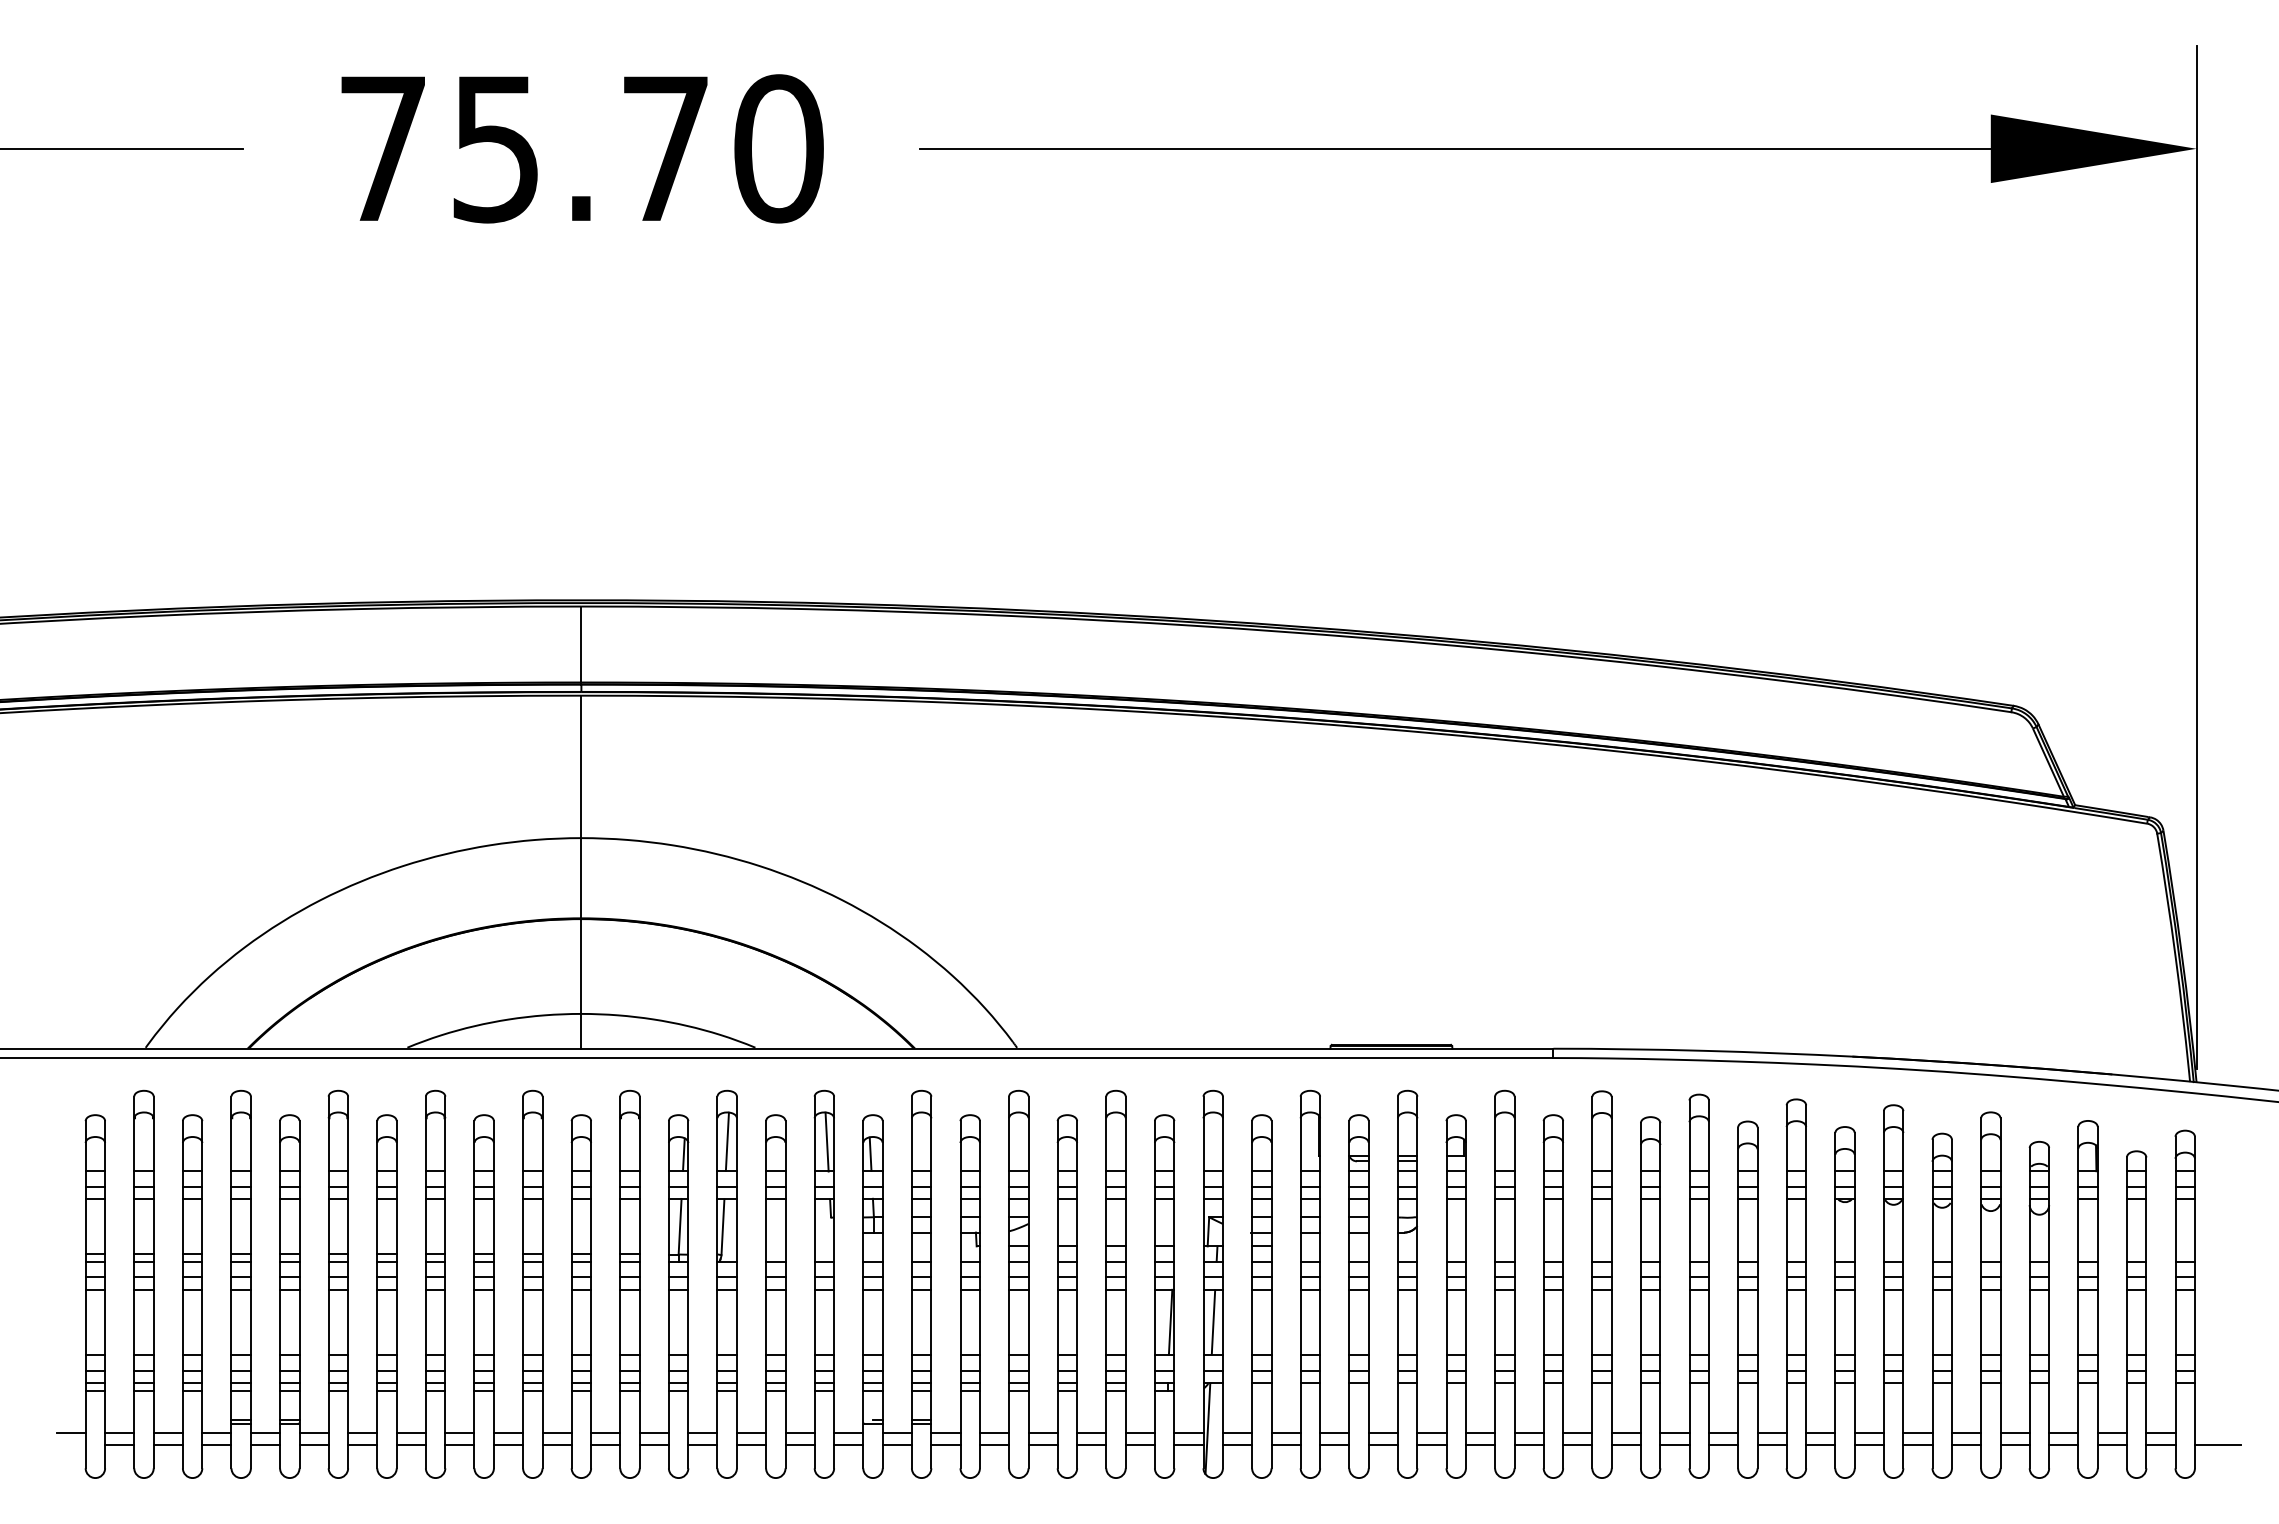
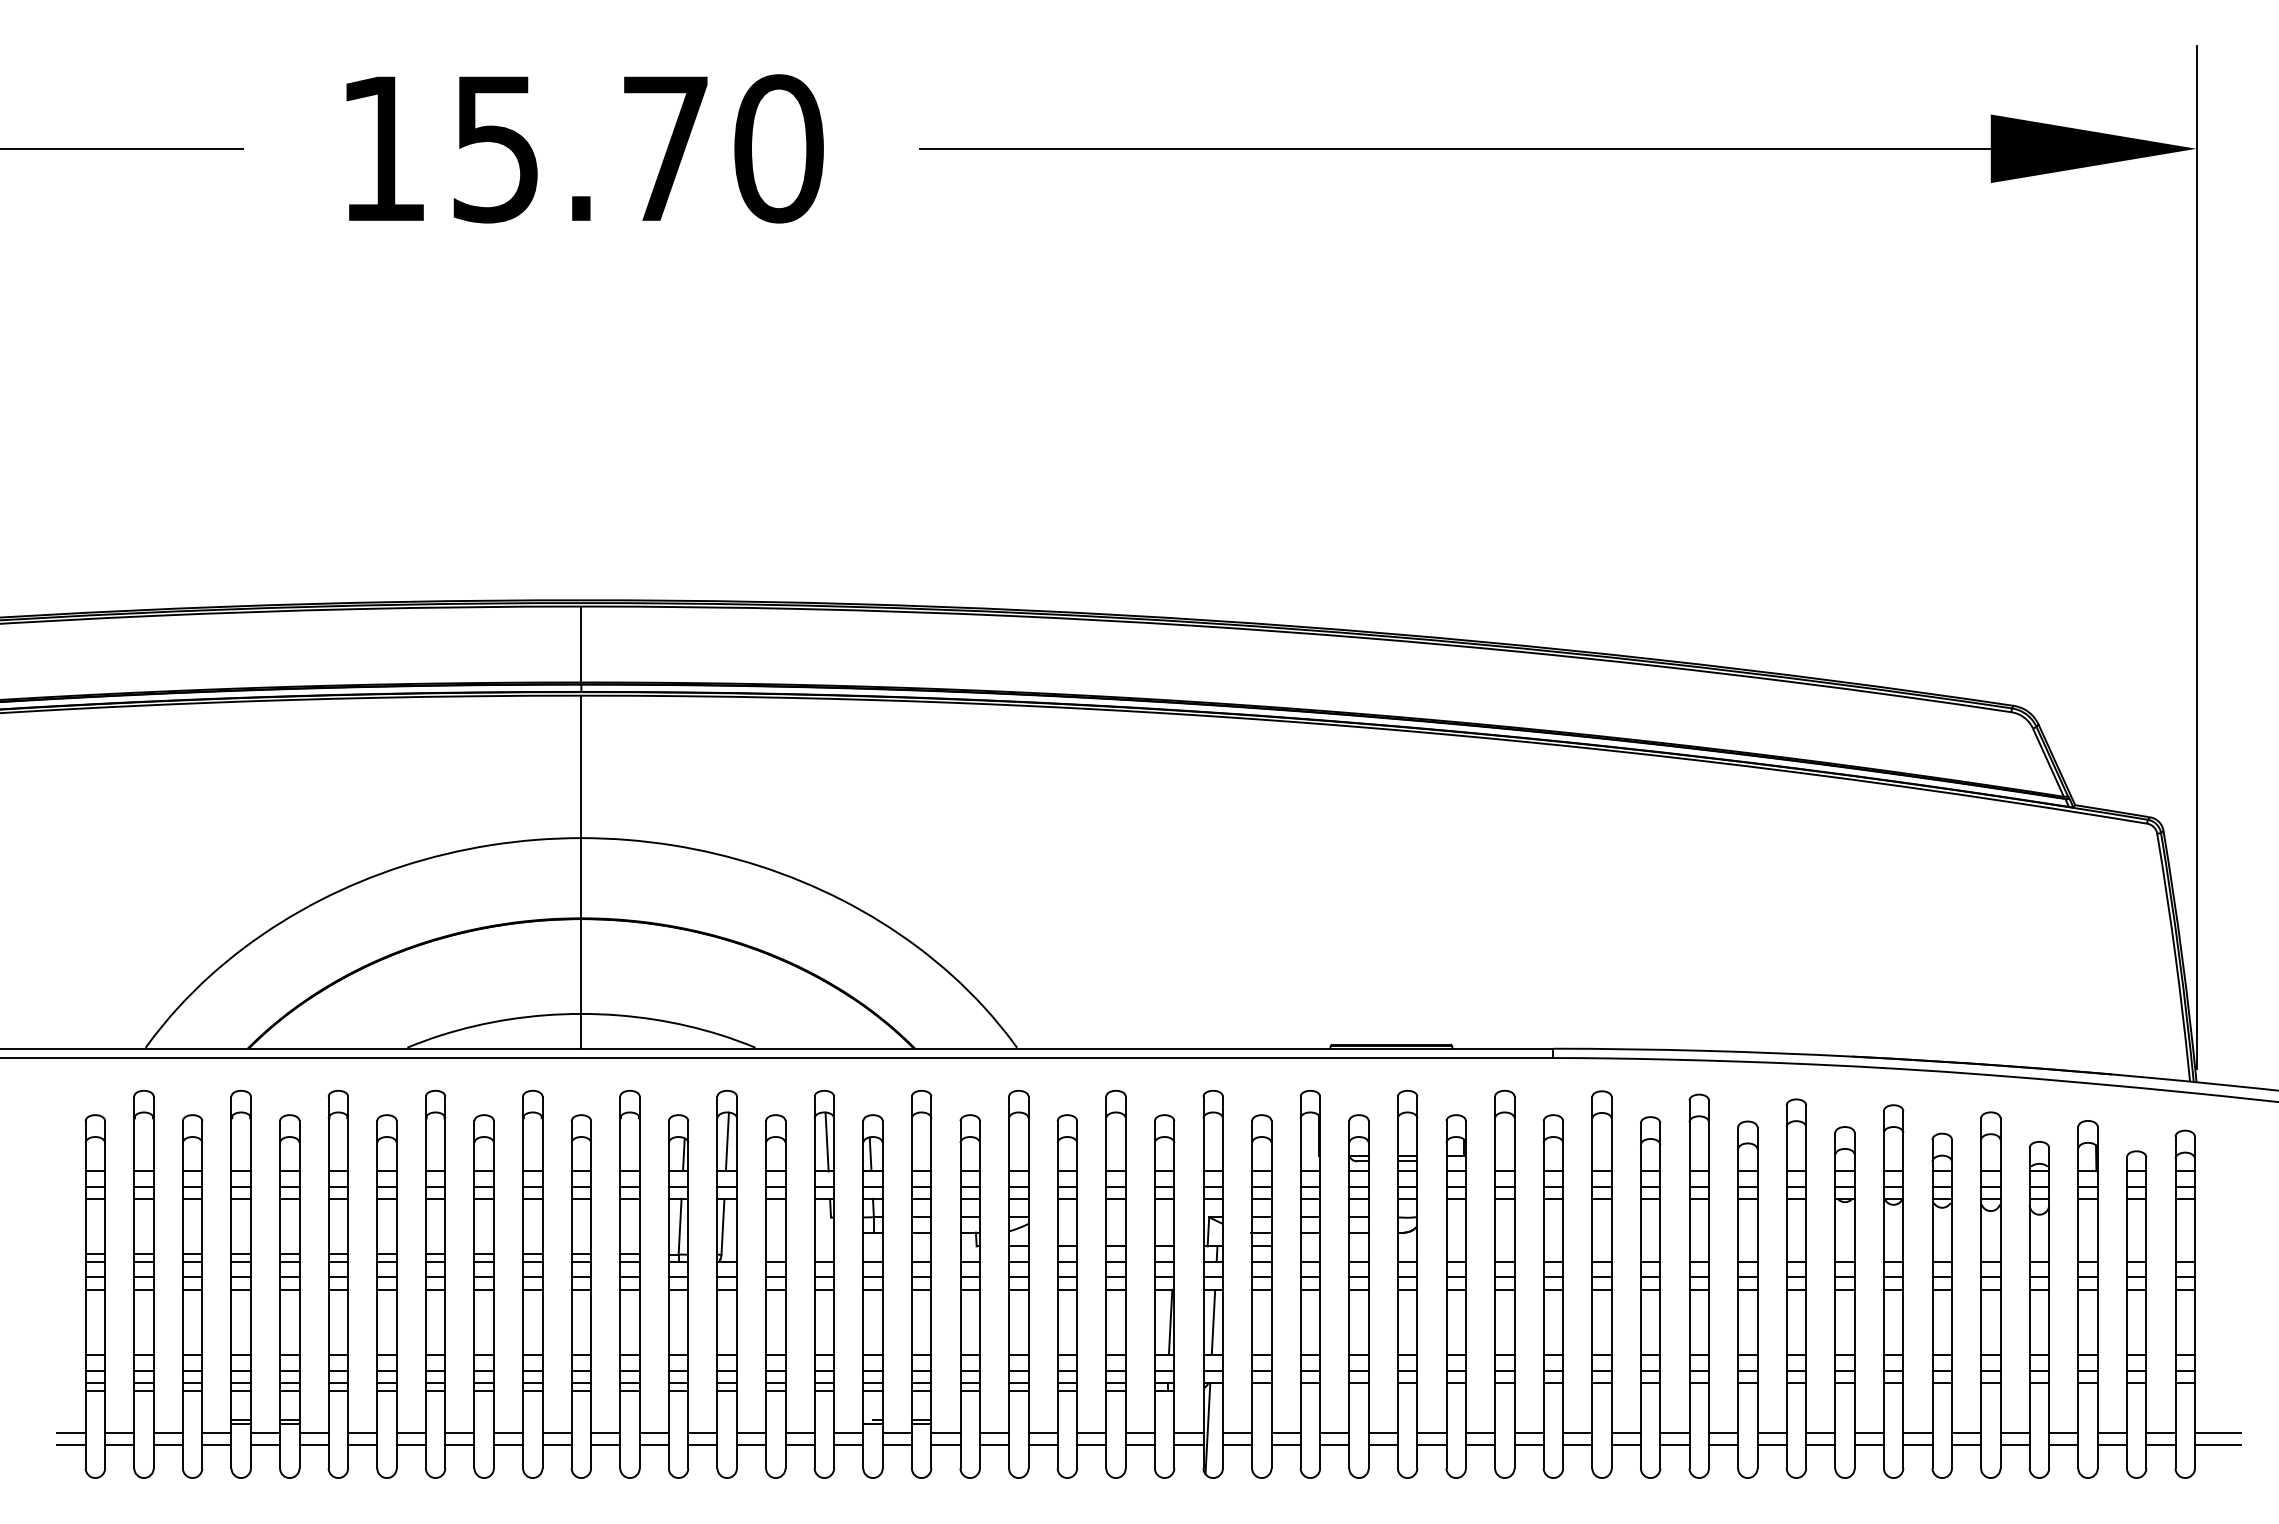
text at (382, 148): 75.70 -> 15.70
line at (2217, 1433): none -> present
line at (70, 1445): none -> present
